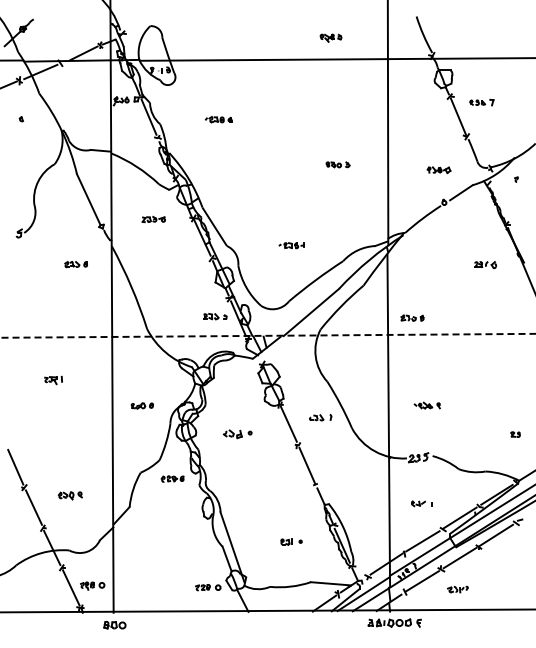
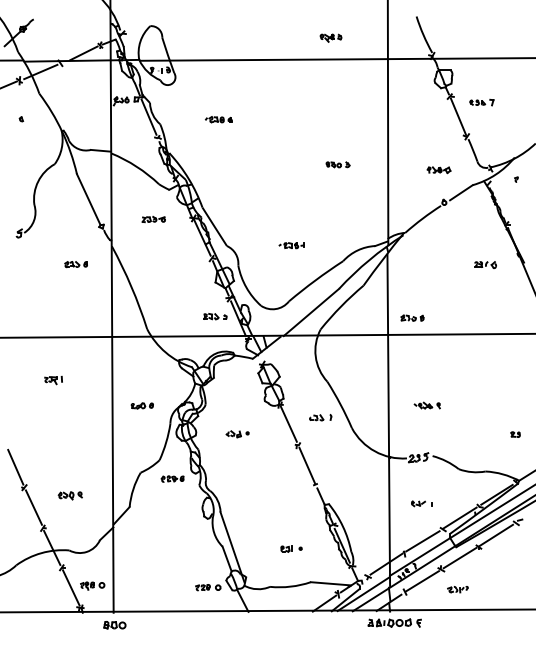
line at (268, 335): dashed -> solid
part at (237, 434) size: 31x11 px -> 25x9 px
part at (291, 541) position: (291, 541) -> (291, 548)
